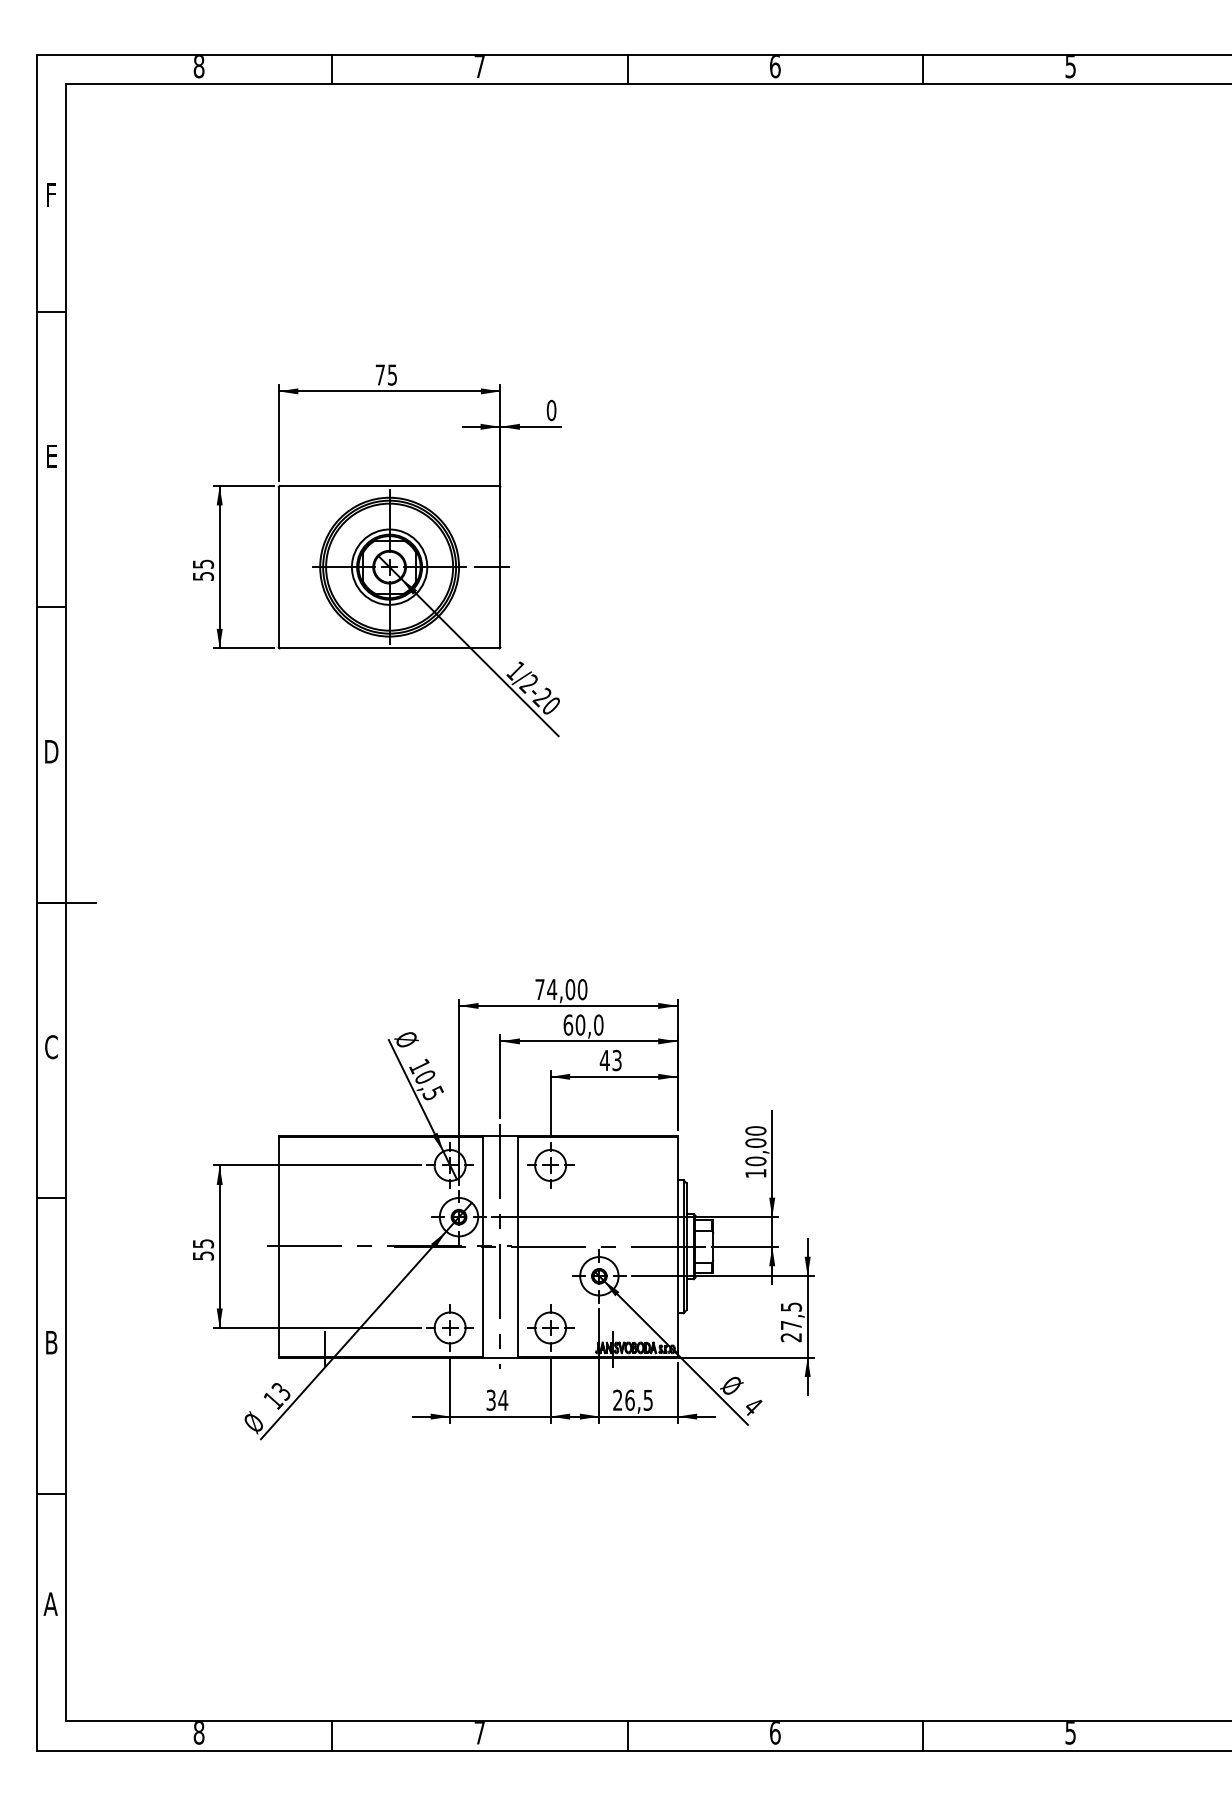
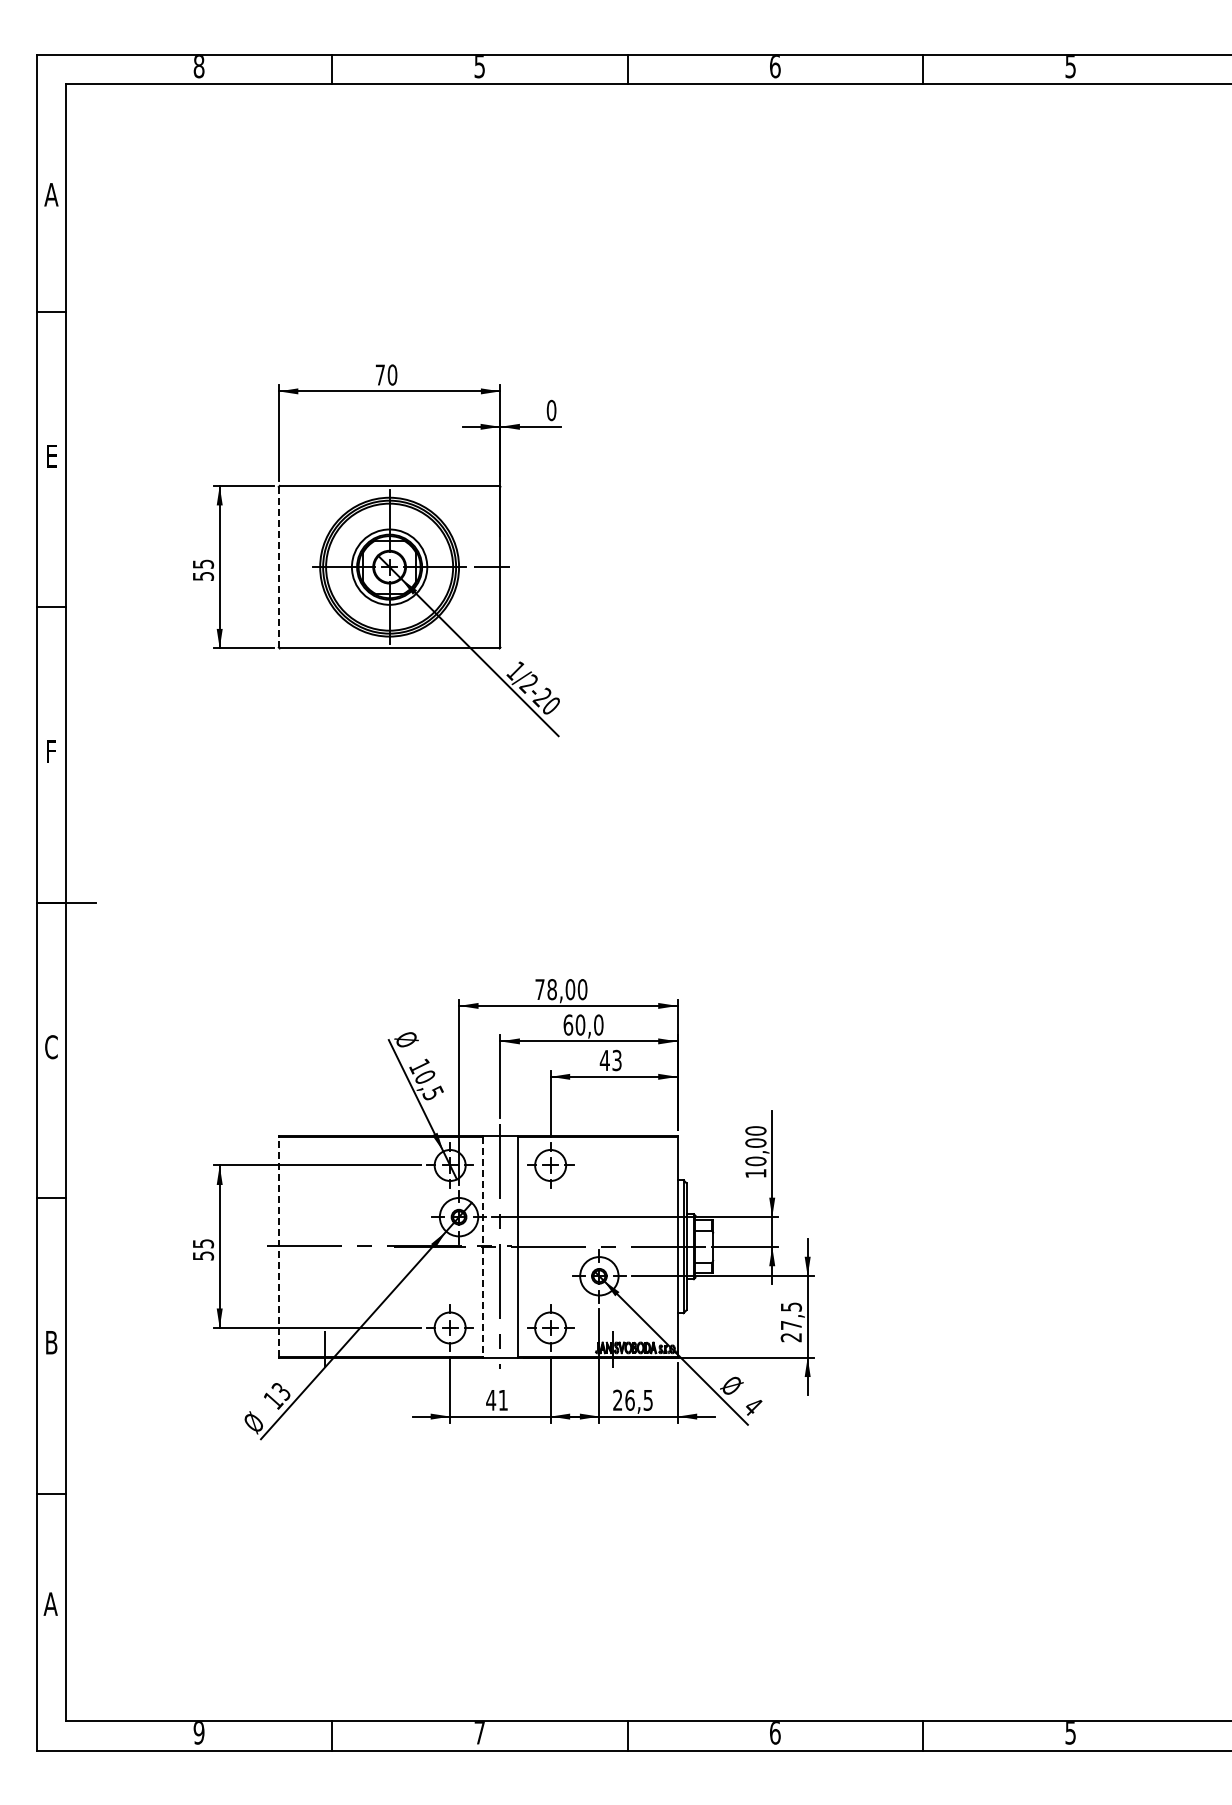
text at (479, 67): 7 -> 5
text at (51, 194): F -> A
text at (392, 374): 75 -> 70
line at (278, 566): solid -> dashed
text at (51, 751): D -> F
text at (552, 989): 74,00 -> 78,00
line at (278, 1246): solid -> dashed
line at (482, 1246): solid -> dashed
text at (497, 1399): 34 -> 41
text at (198, 1733): 8 -> 9
